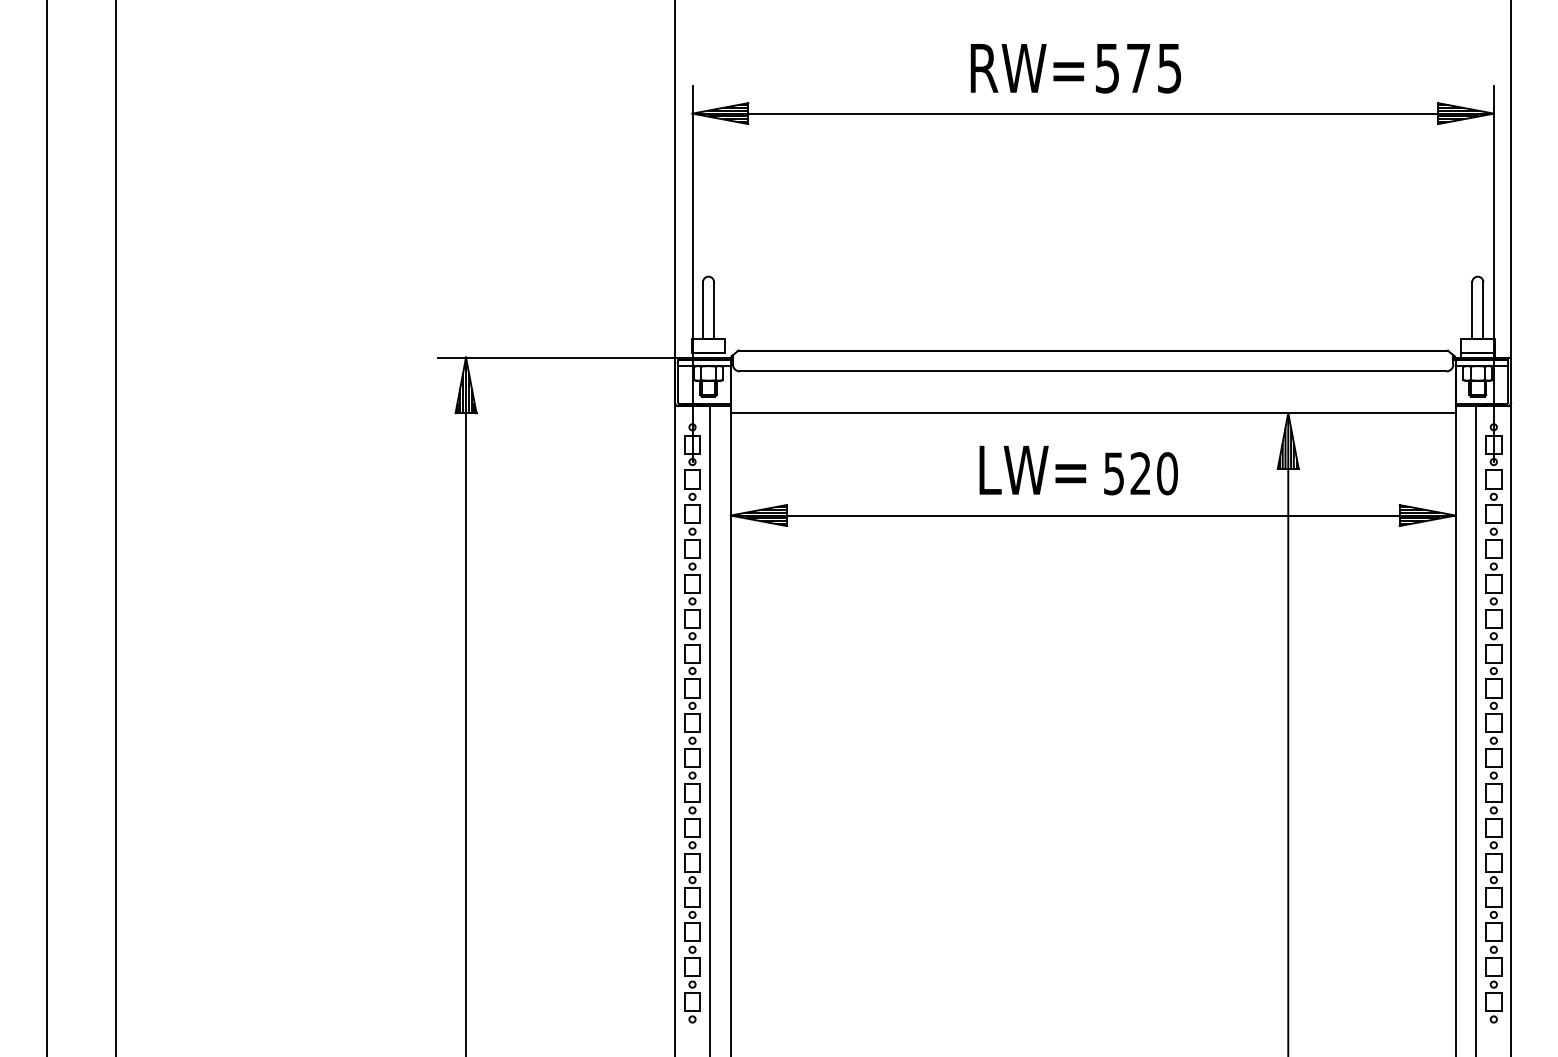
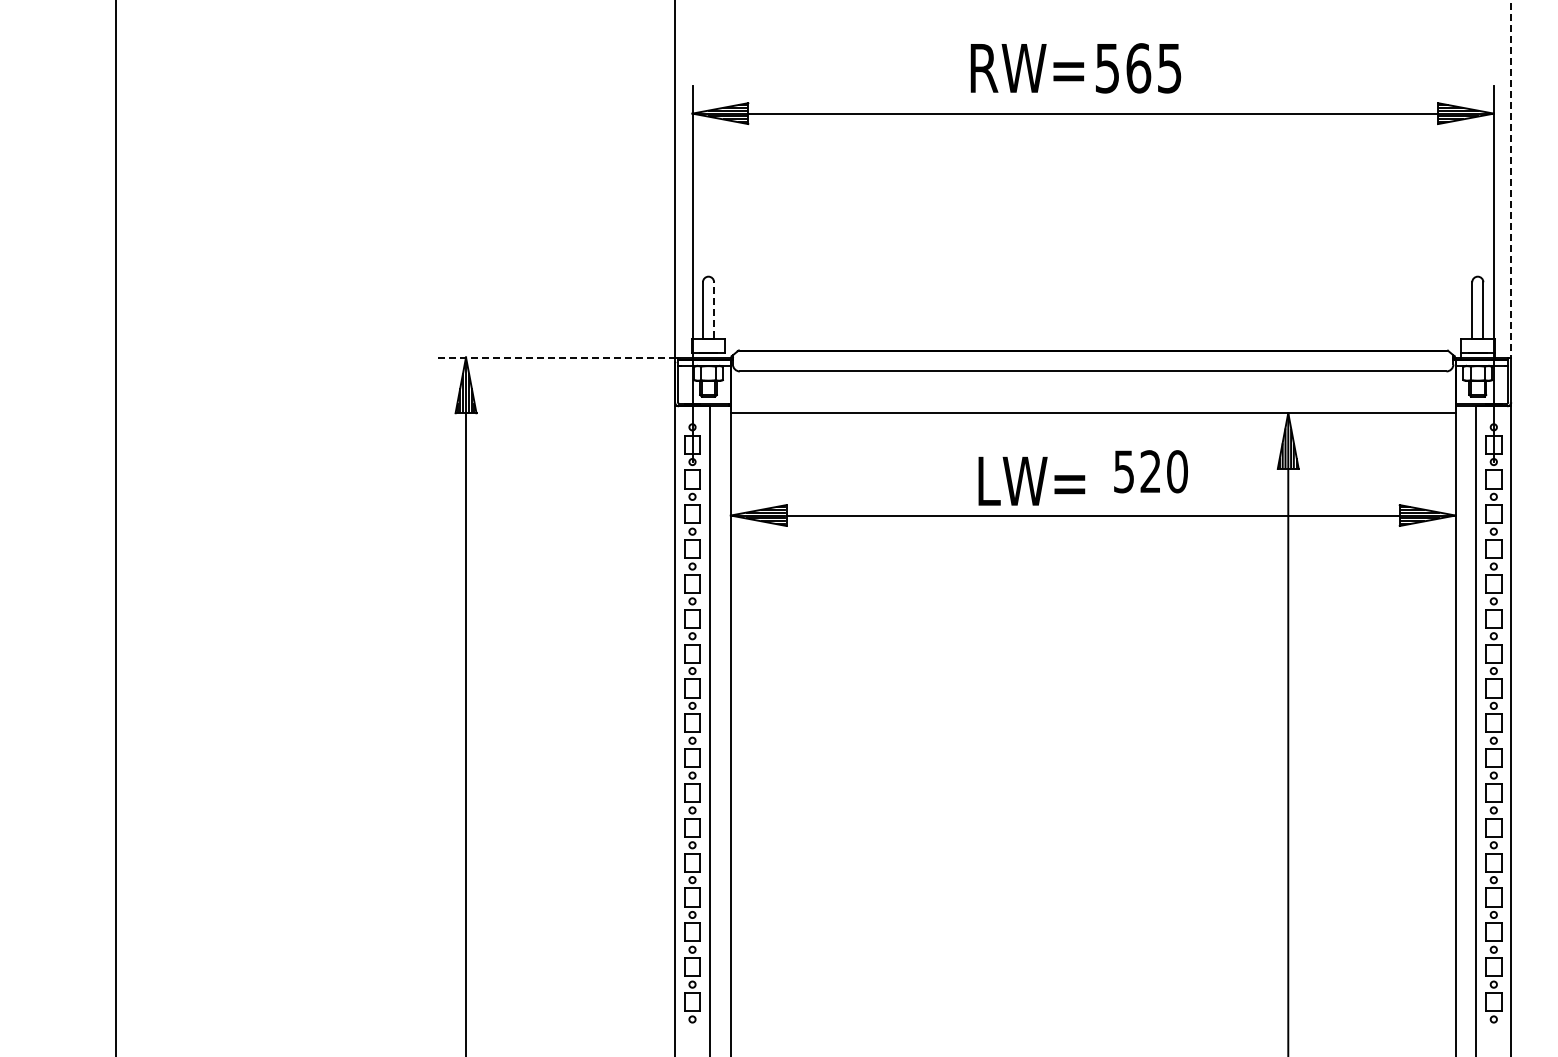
text at (1138, 68): 575 -> 565
line at (1511, 178): solid -> dashed
line at (714, 310): solid -> dashed
line at (557, 357): solid -> dashed
text at (1032, 469) position: (1032, 469) -> (1031, 480)
text at (1140, 473) position: (1140, 473) -> (1150, 471)
line at (46, 527): present -> none
